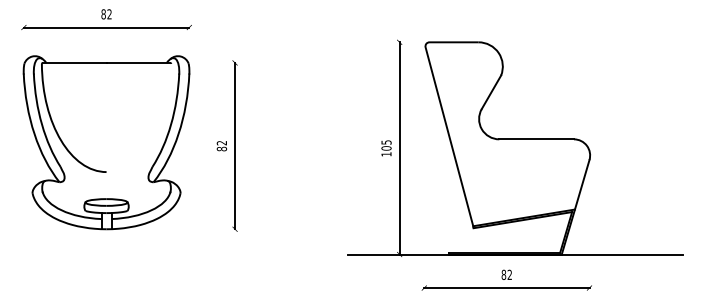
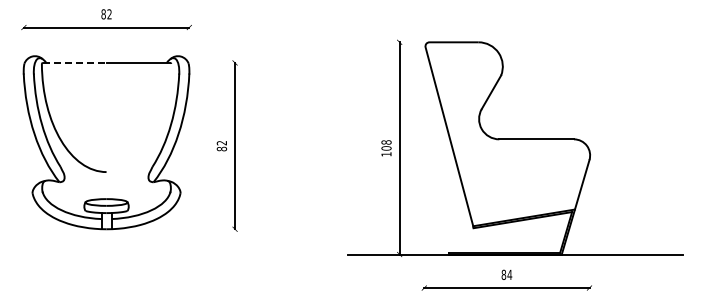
line at (74, 62): solid -> dashed
text at (386, 142): 105 -> 108
text at (509, 274): 82 -> 84
